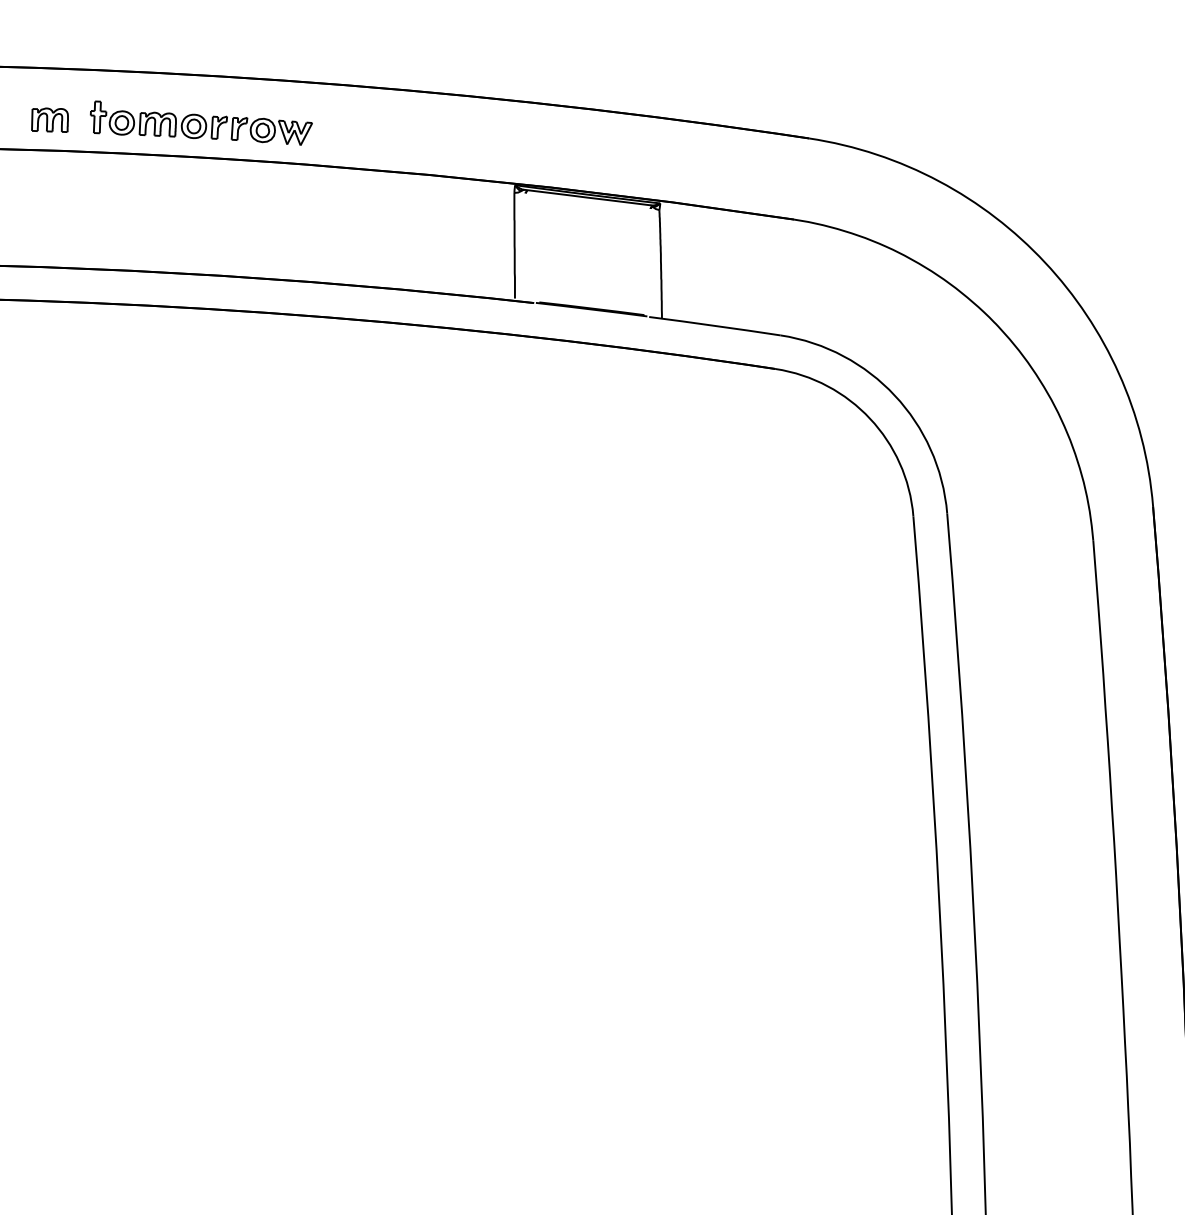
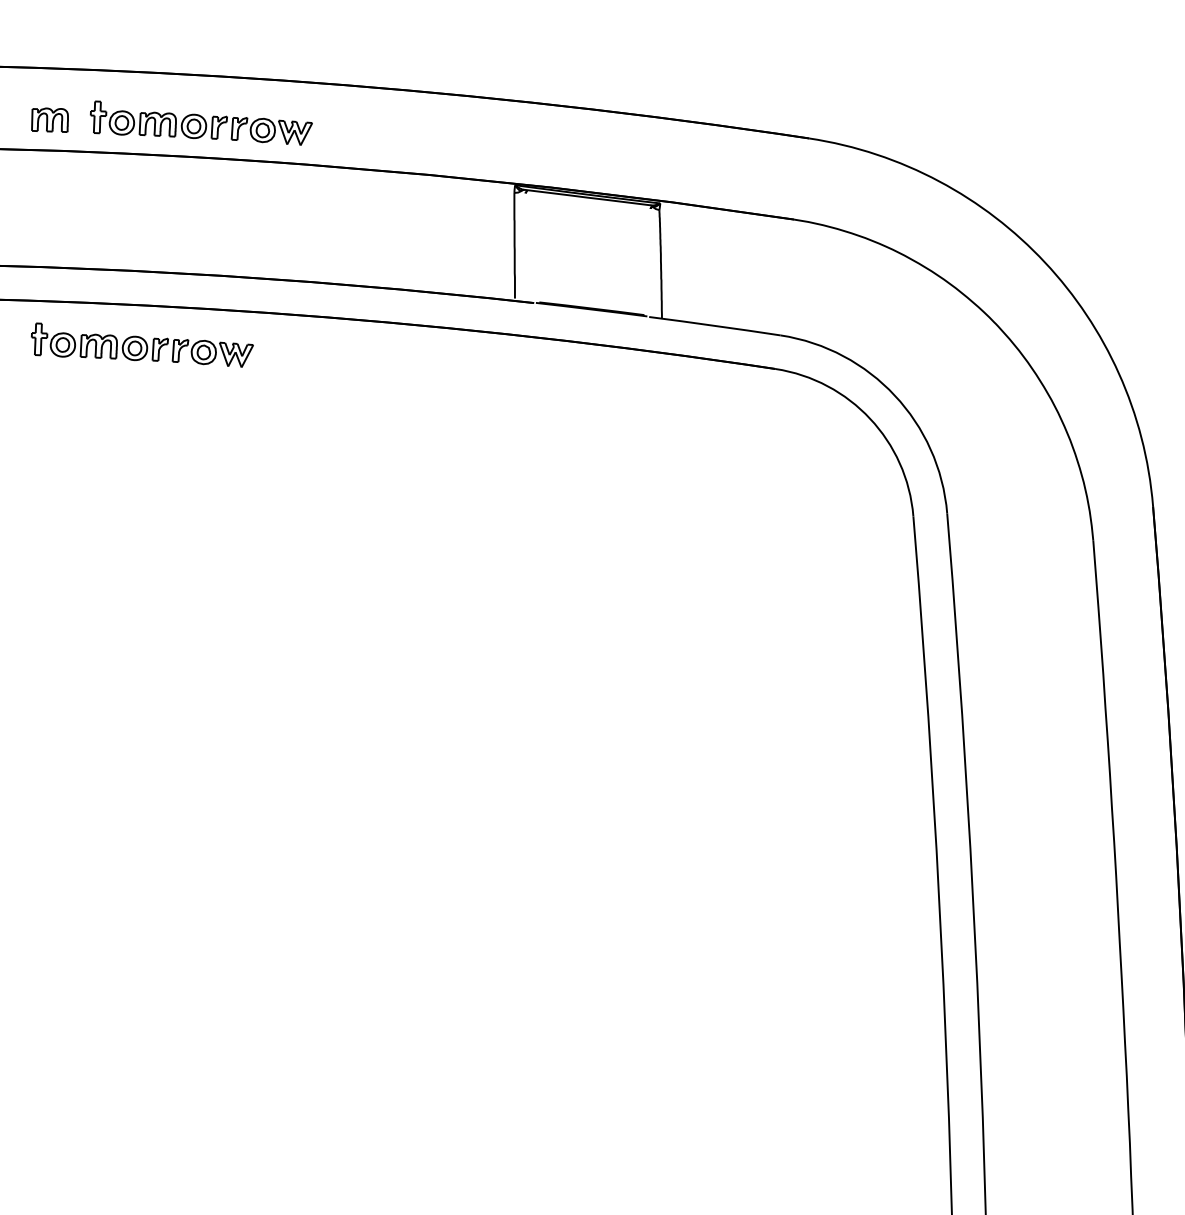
part at (141, 344): none -> present
